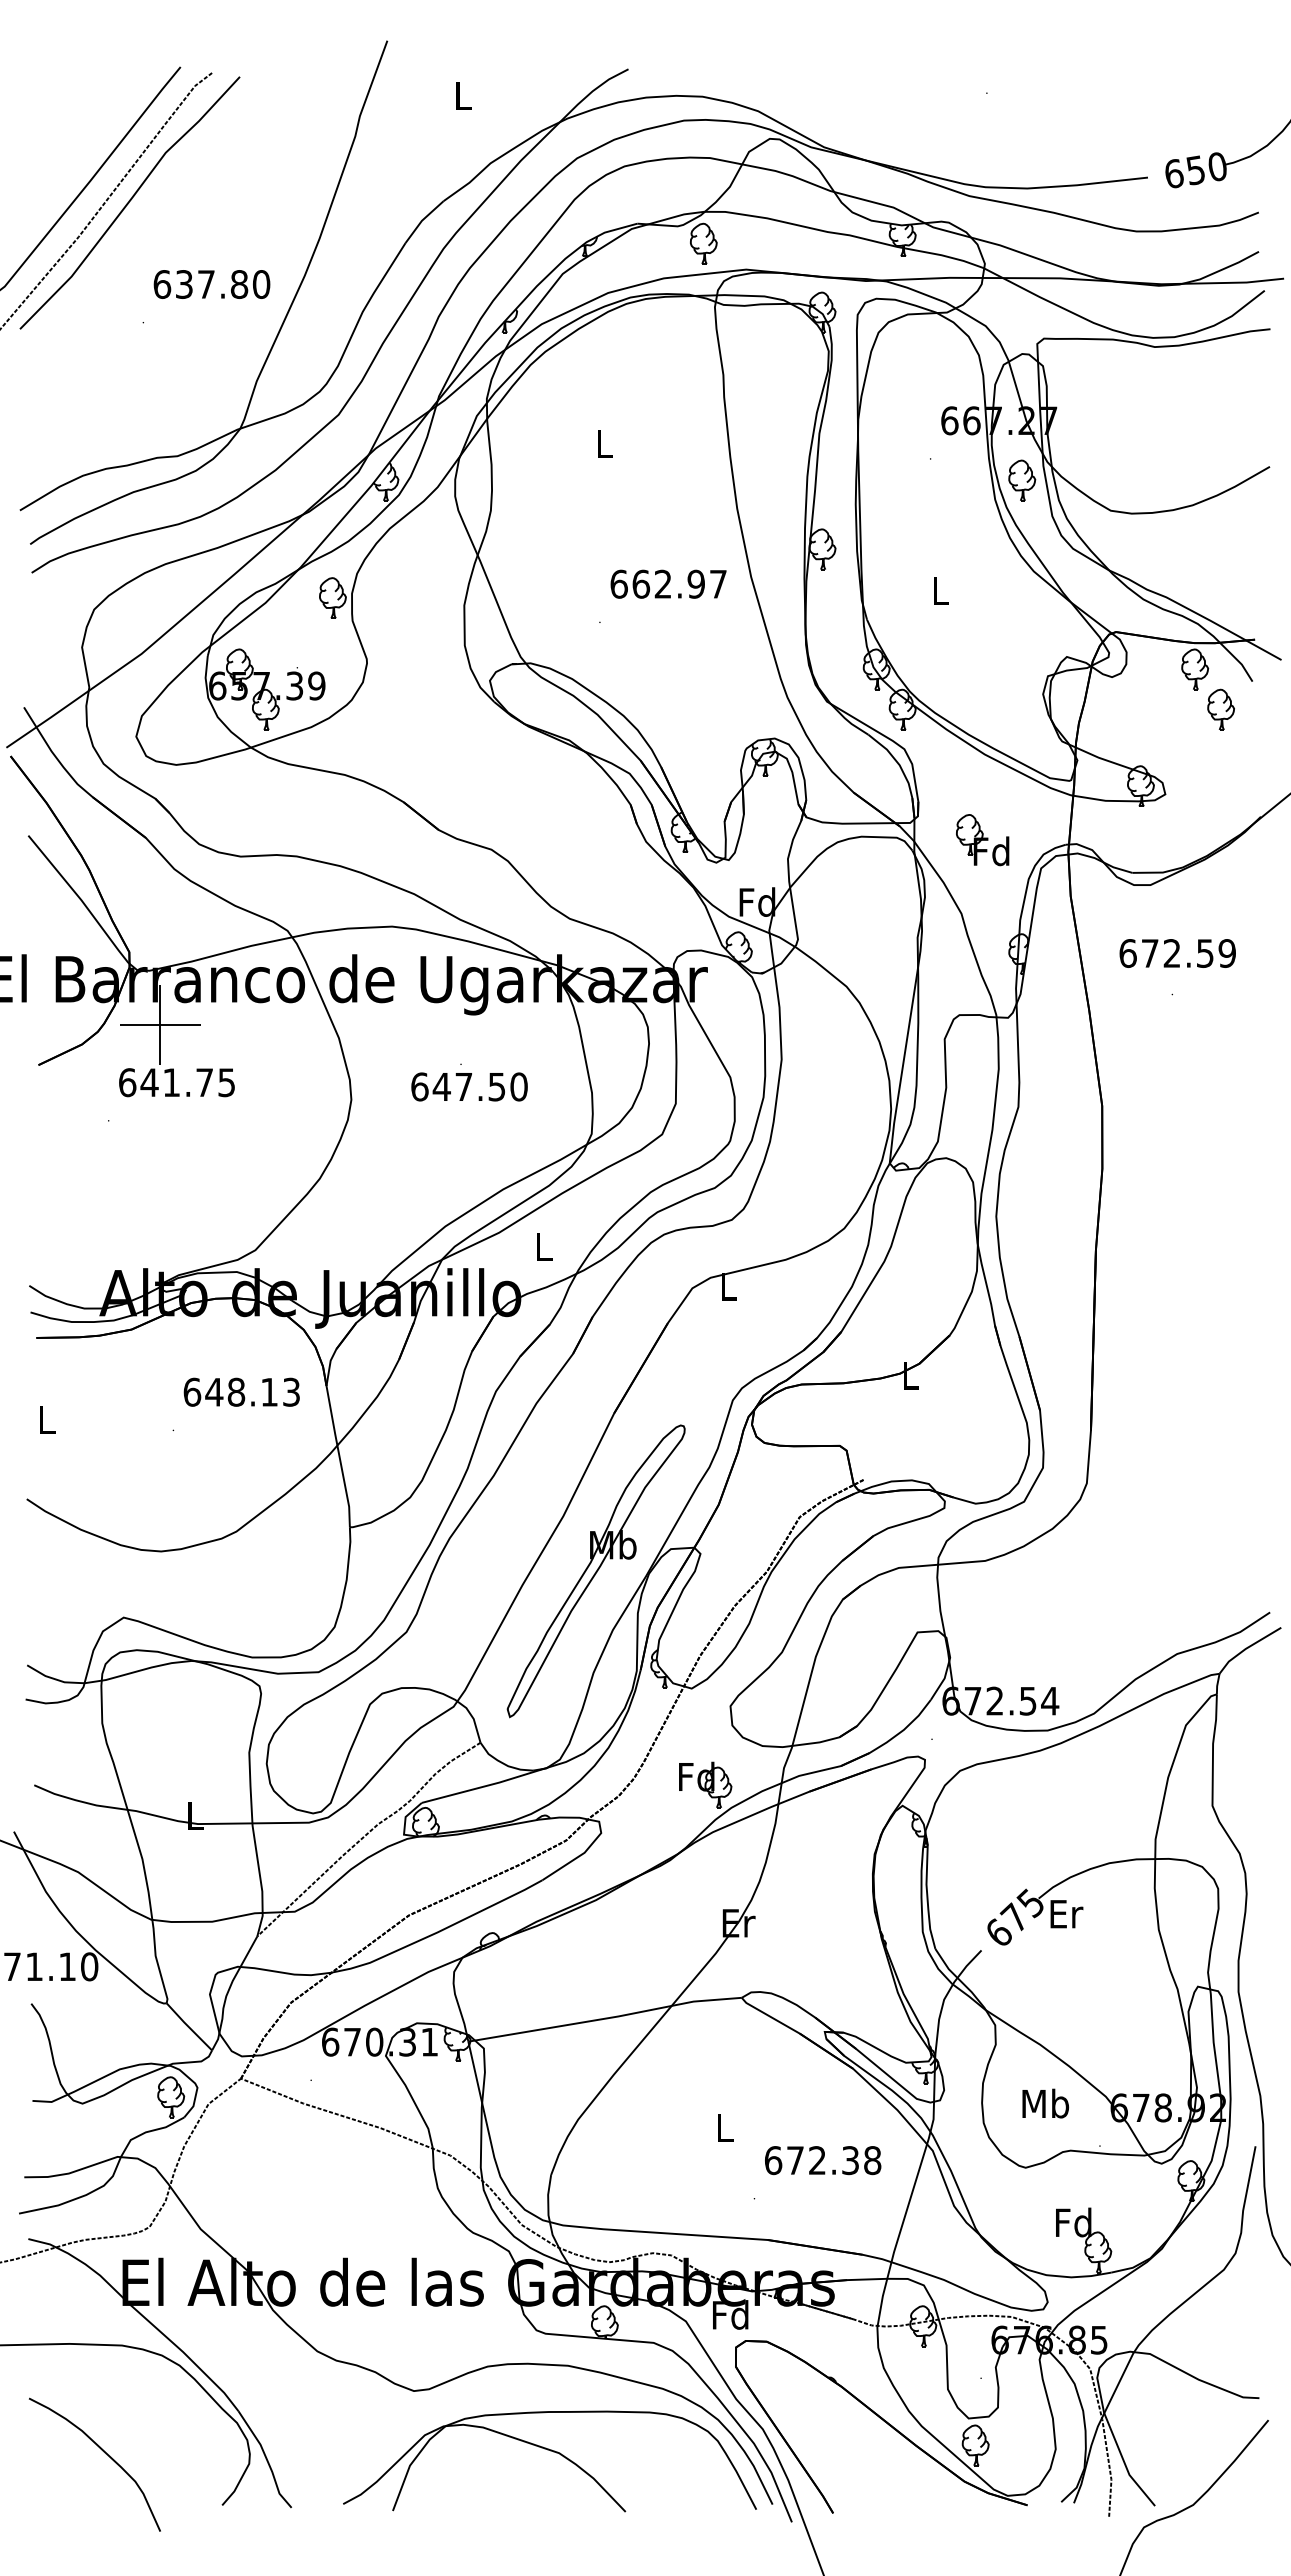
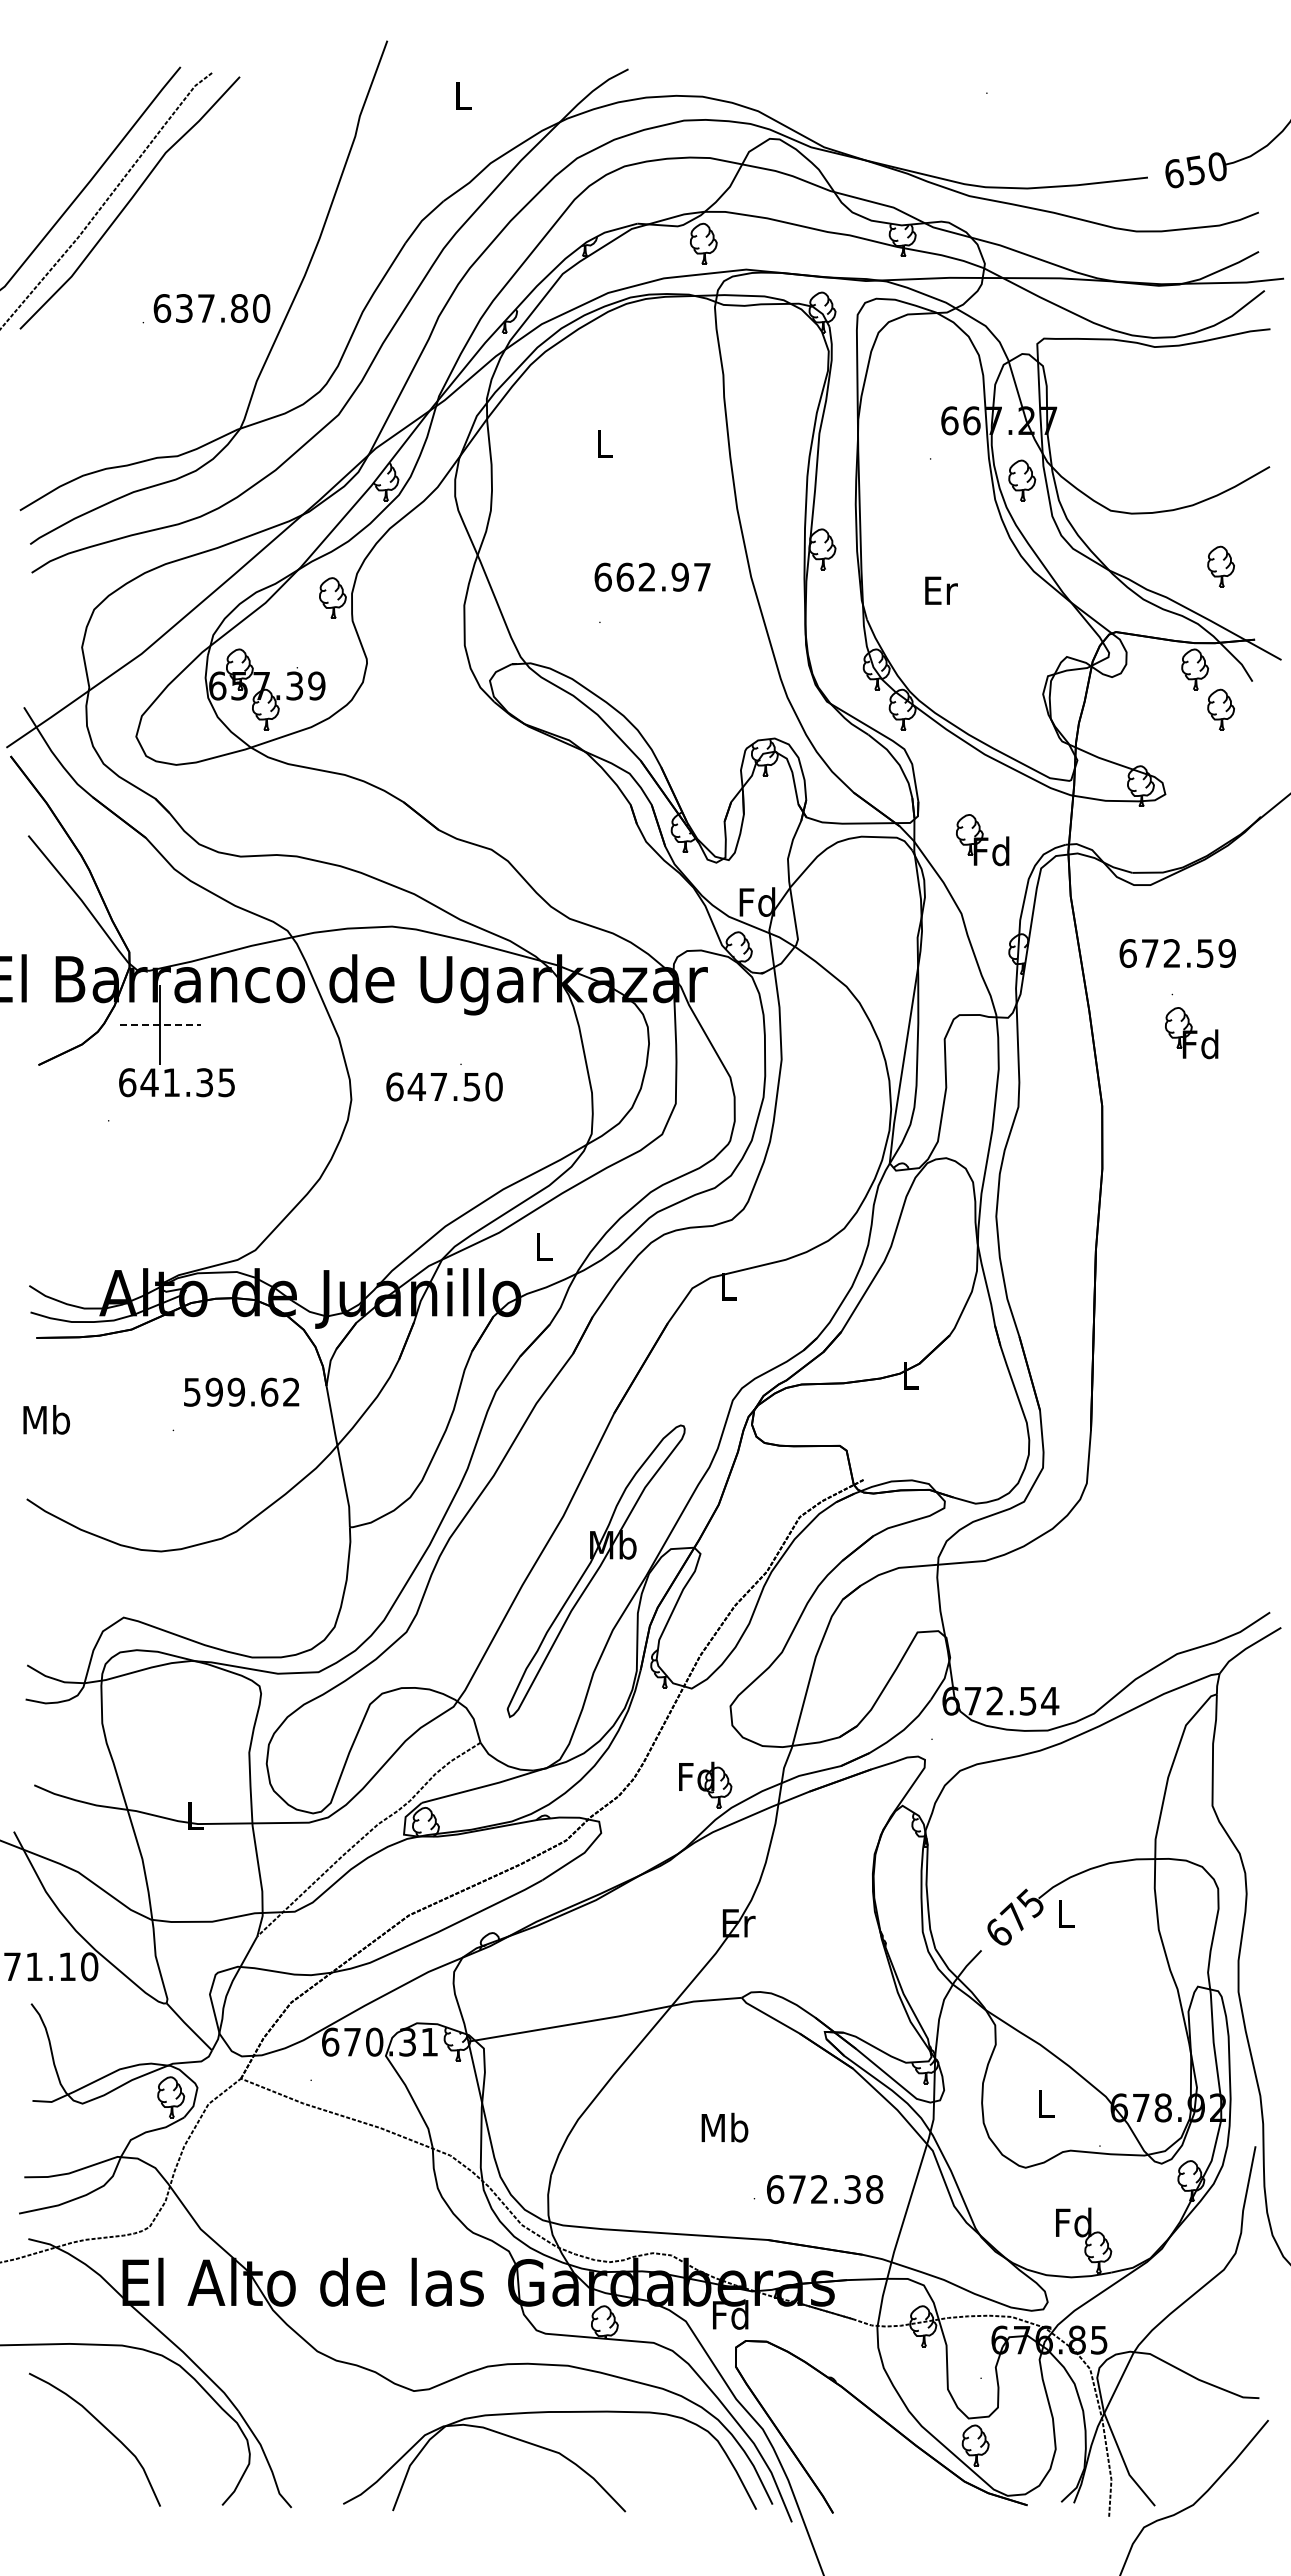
text at (211, 284) position: (211, 284) -> (211, 308)
part at (1220, 566): none -> present
text at (668, 583) position: (668, 583) -> (652, 576)
text at (941, 590): L -> Er
line at (160, 1025): solid -> dashed
part at (1191, 1033): none -> present
text at (204, 1082): 641.75 -> 641.35
text at (469, 1086) position: (469, 1086) -> (444, 1086)
text at (241, 1391): 648.13 -> 599.62
text at (46, 1419): L -> Mb
text at (1066, 1914): Er -> L
text at (1045, 2103): Mb -> L
text at (724, 2127): L -> Mb
text at (823, 2160) position: (823, 2160) -> (825, 2189)
curve at (104, 2453) position: (104, 2453) -> (104, 2428)
